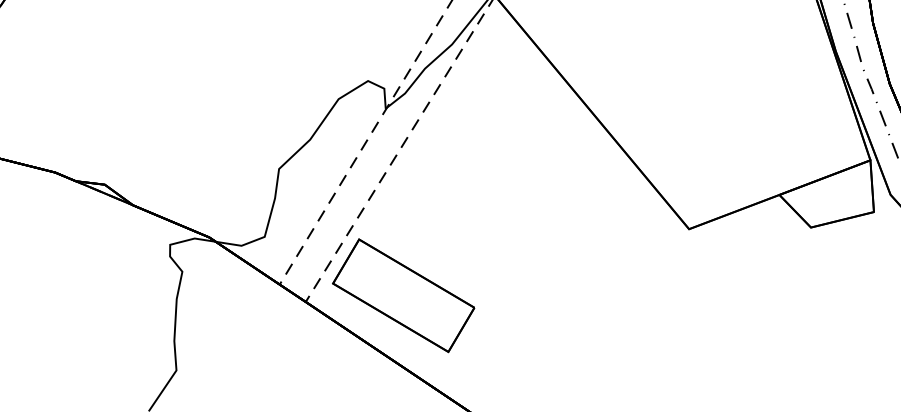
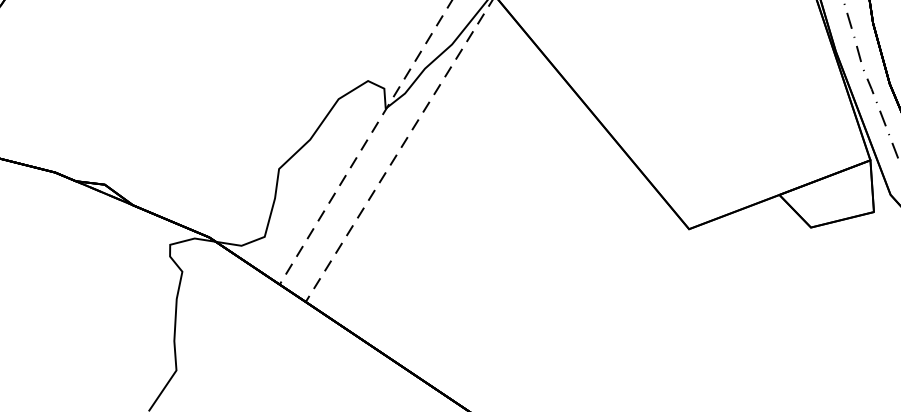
part at (403, 295): present -> none
